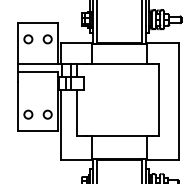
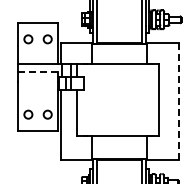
line at (38, 72): solid -> dashed
line at (178, 101): solid -> dashed
